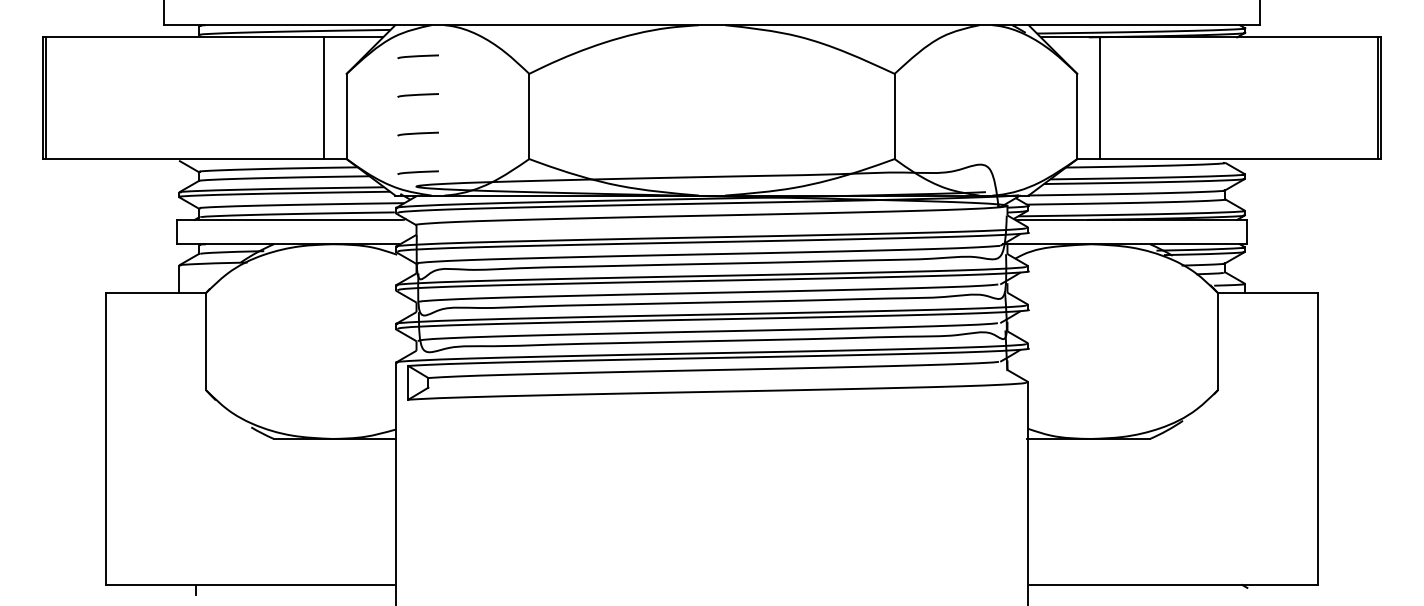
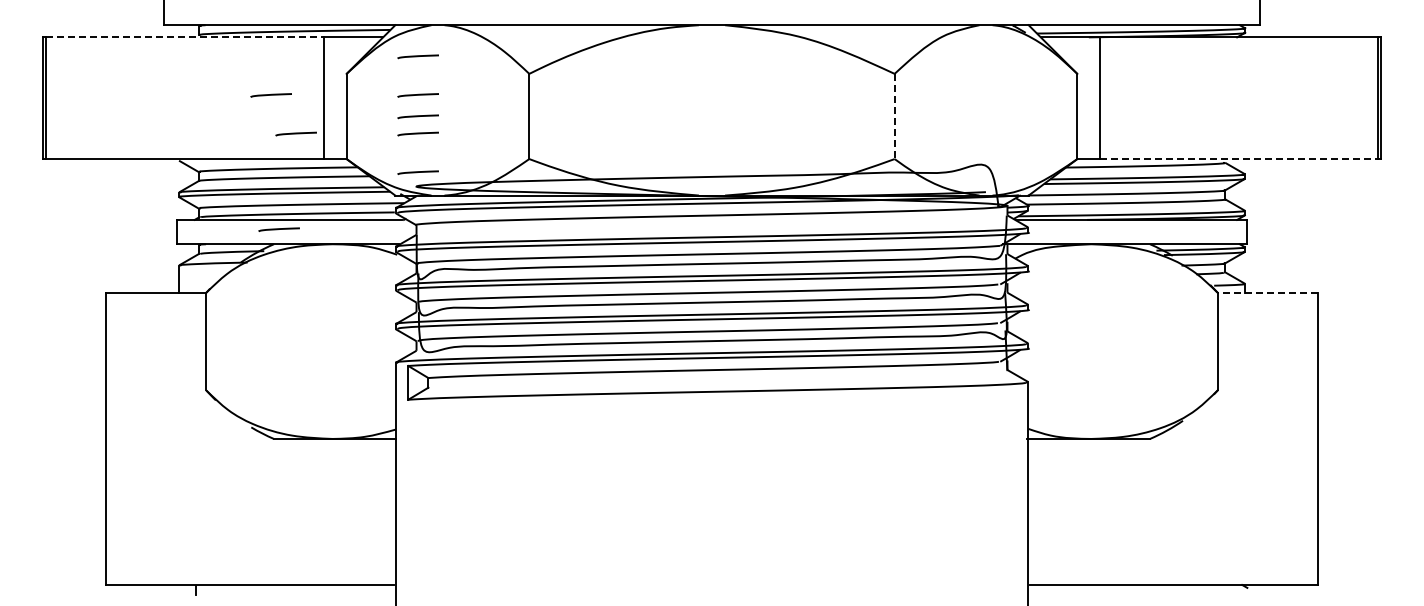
line at (185, 37): solid -> dashed
line at (270, 95): none -> present
line at (417, 116): none -> present
line at (894, 116): solid -> dashed
line at (295, 133): none -> present
line at (1239, 159): solid -> dashed
line at (278, 229): none -> present
line at (1267, 292): solid -> dashed
